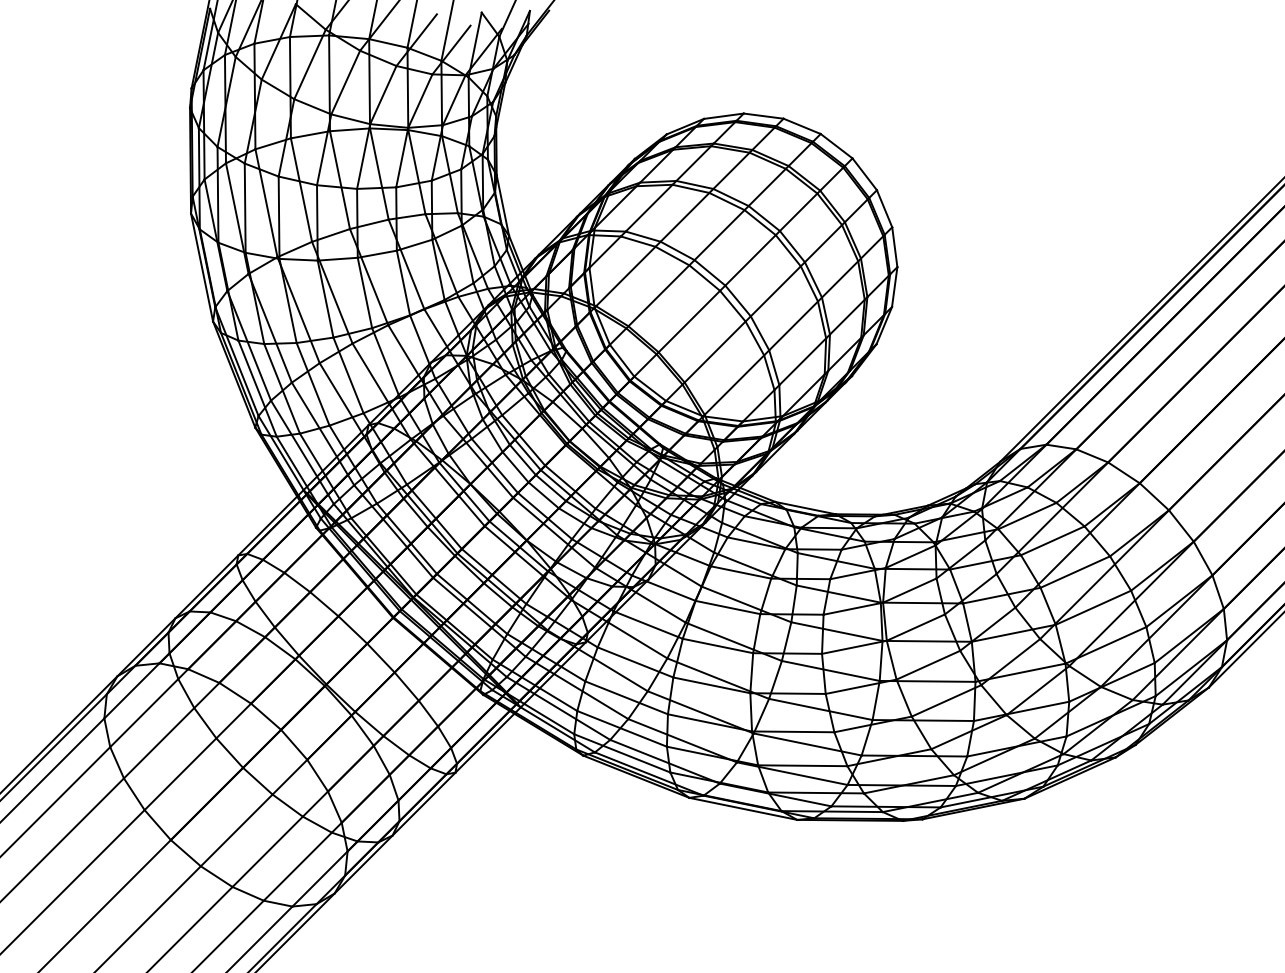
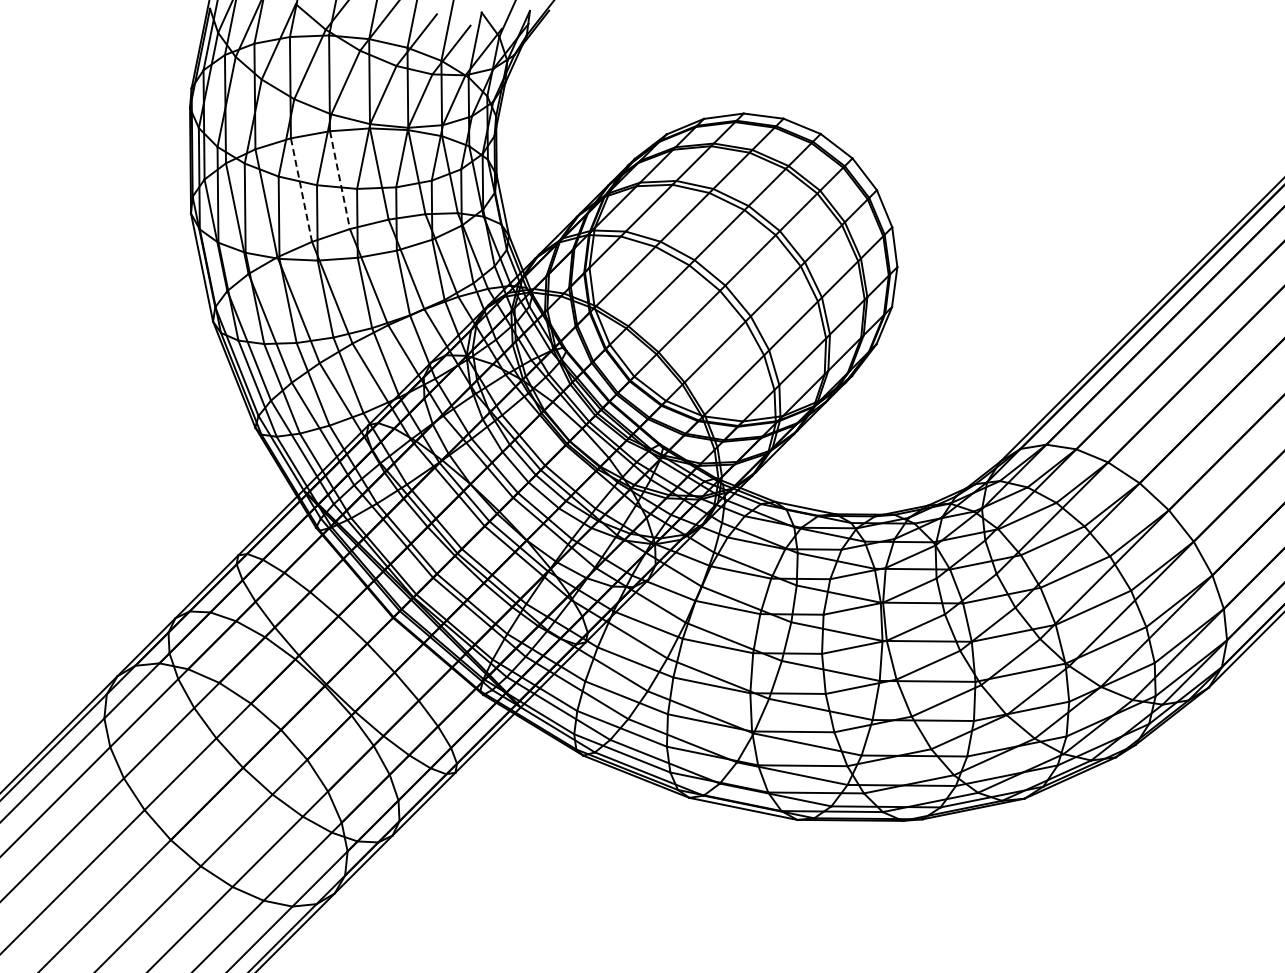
line at (340, 180): solid -> dashed
line at (301, 190): solid -> dashed
